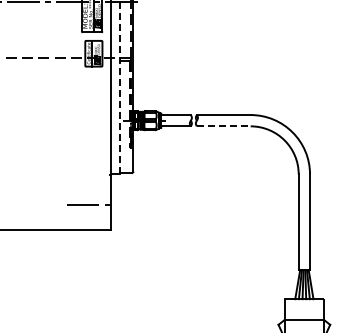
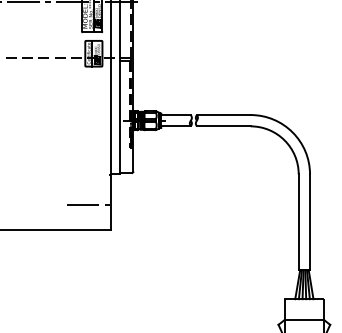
line at (119, 87): dashed -> solid
line at (223, 126): dashed -> solid
